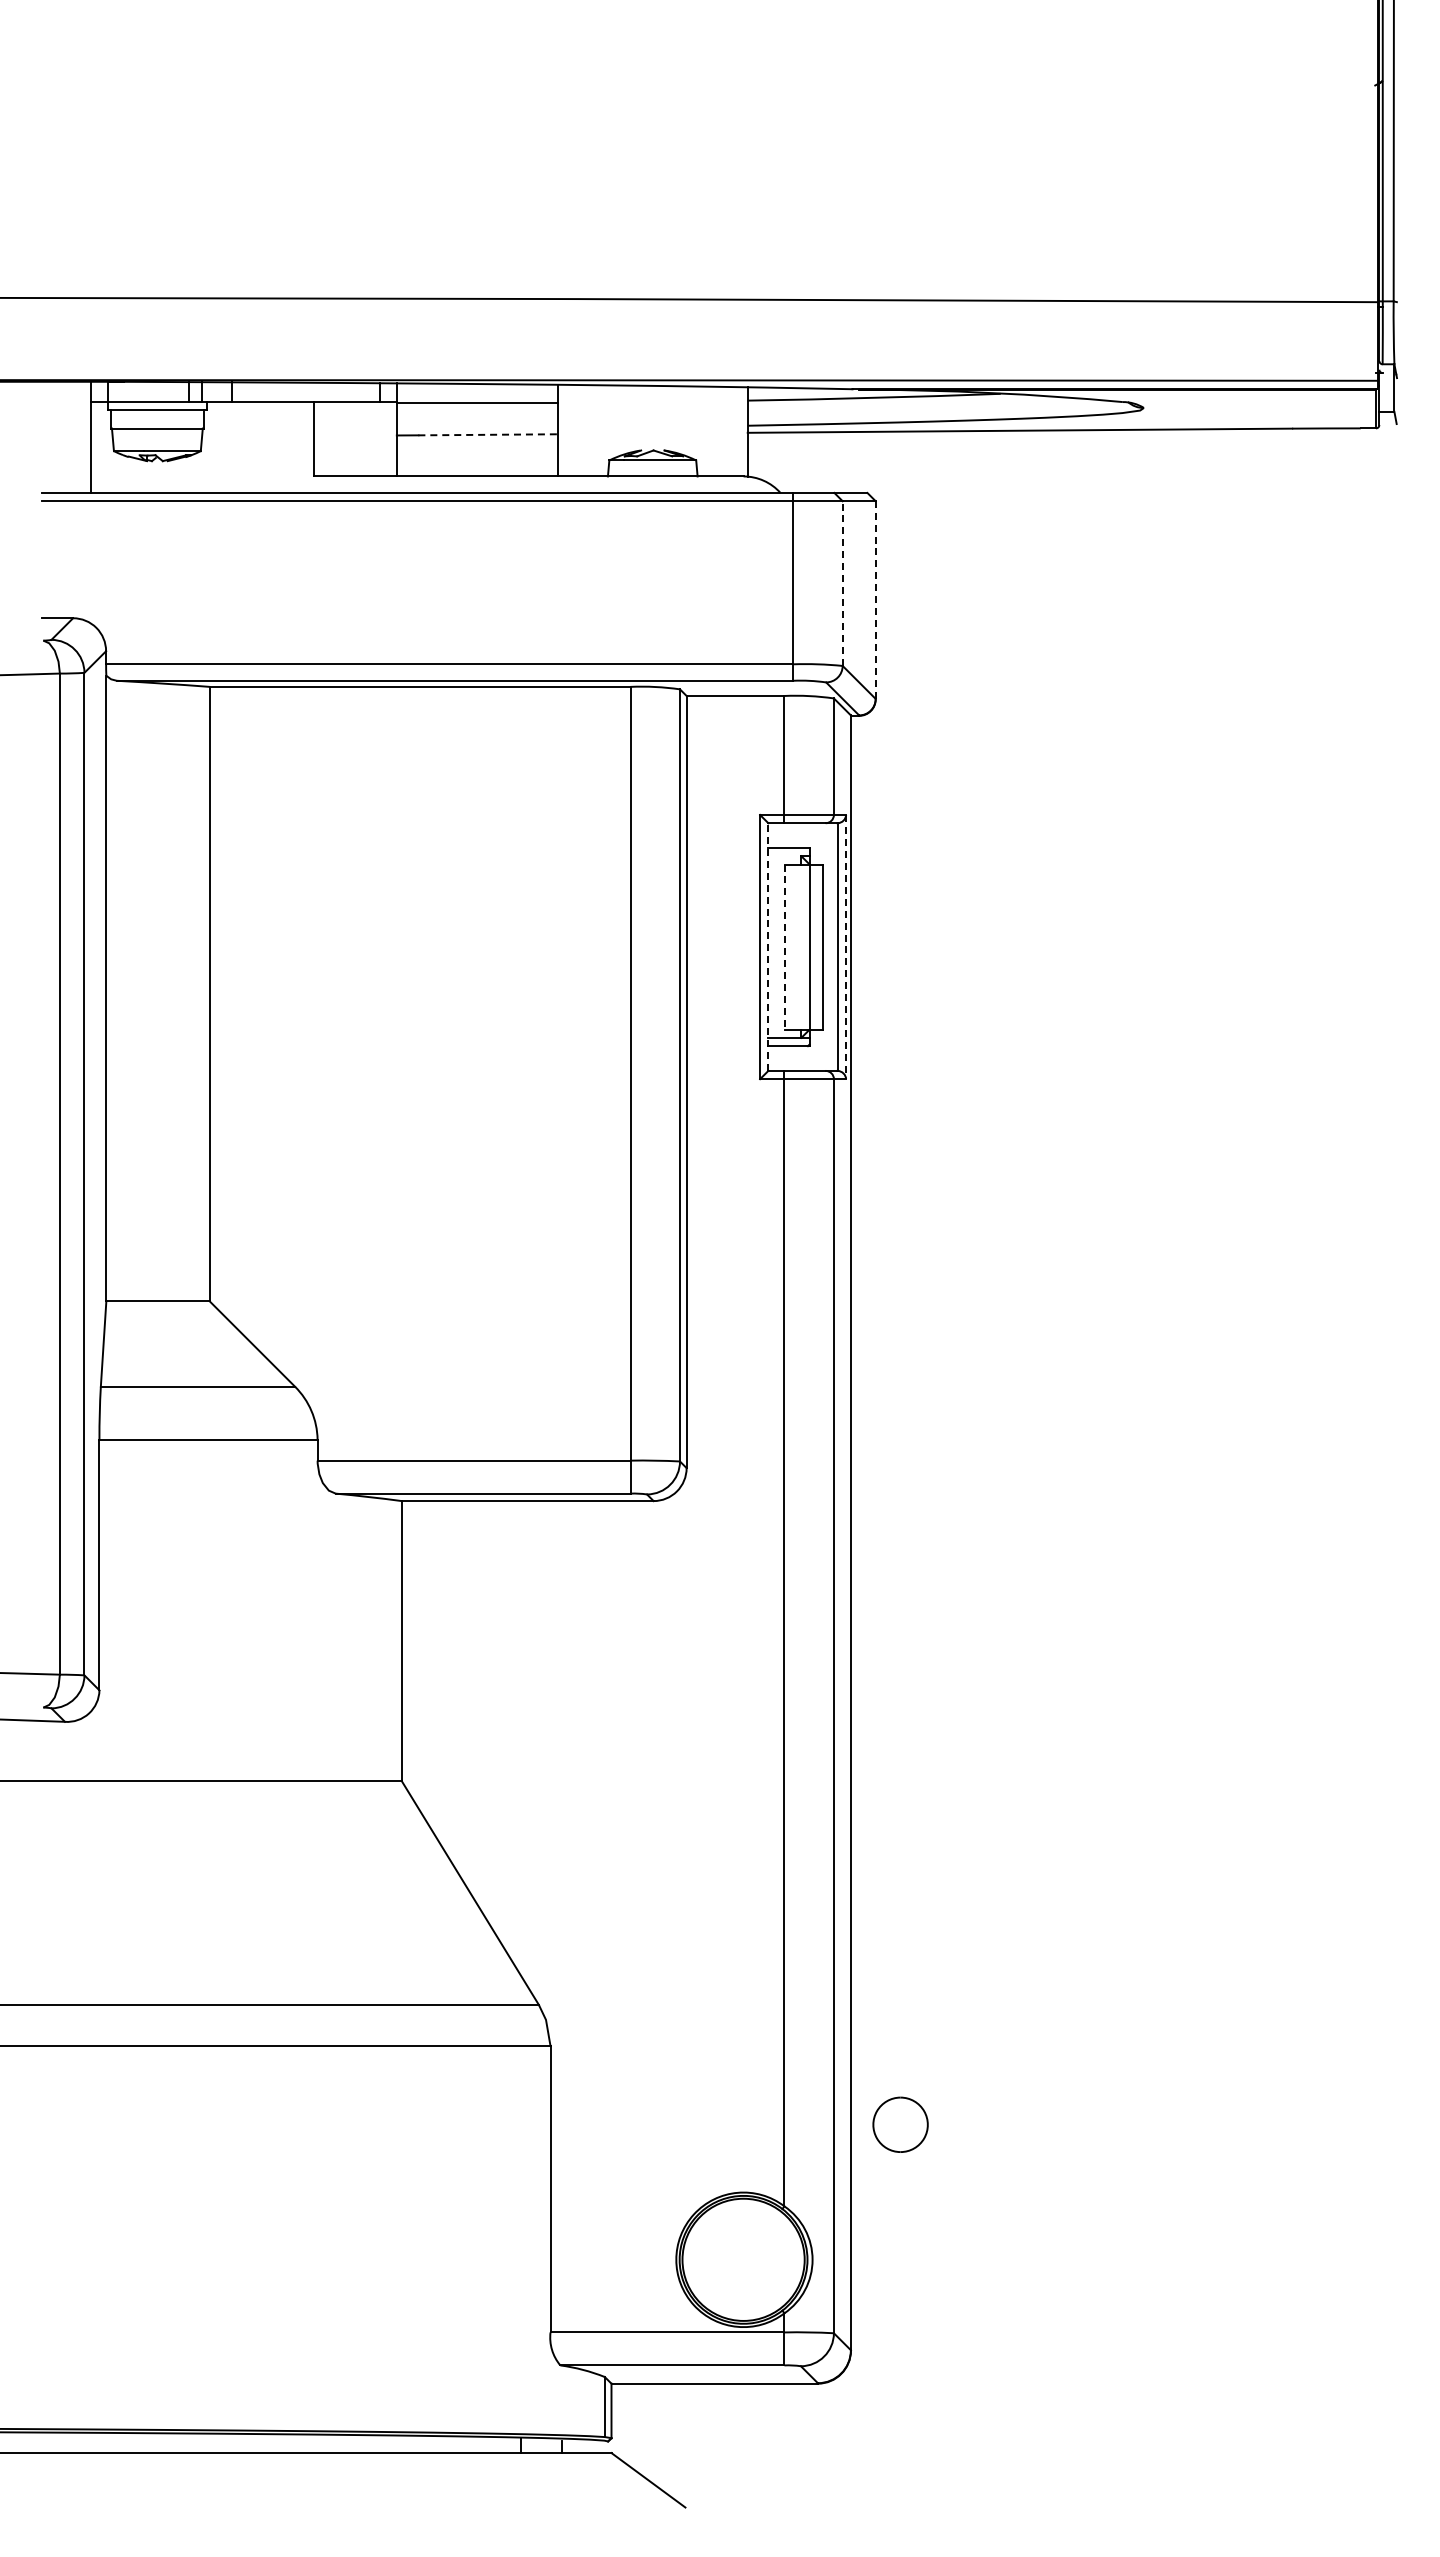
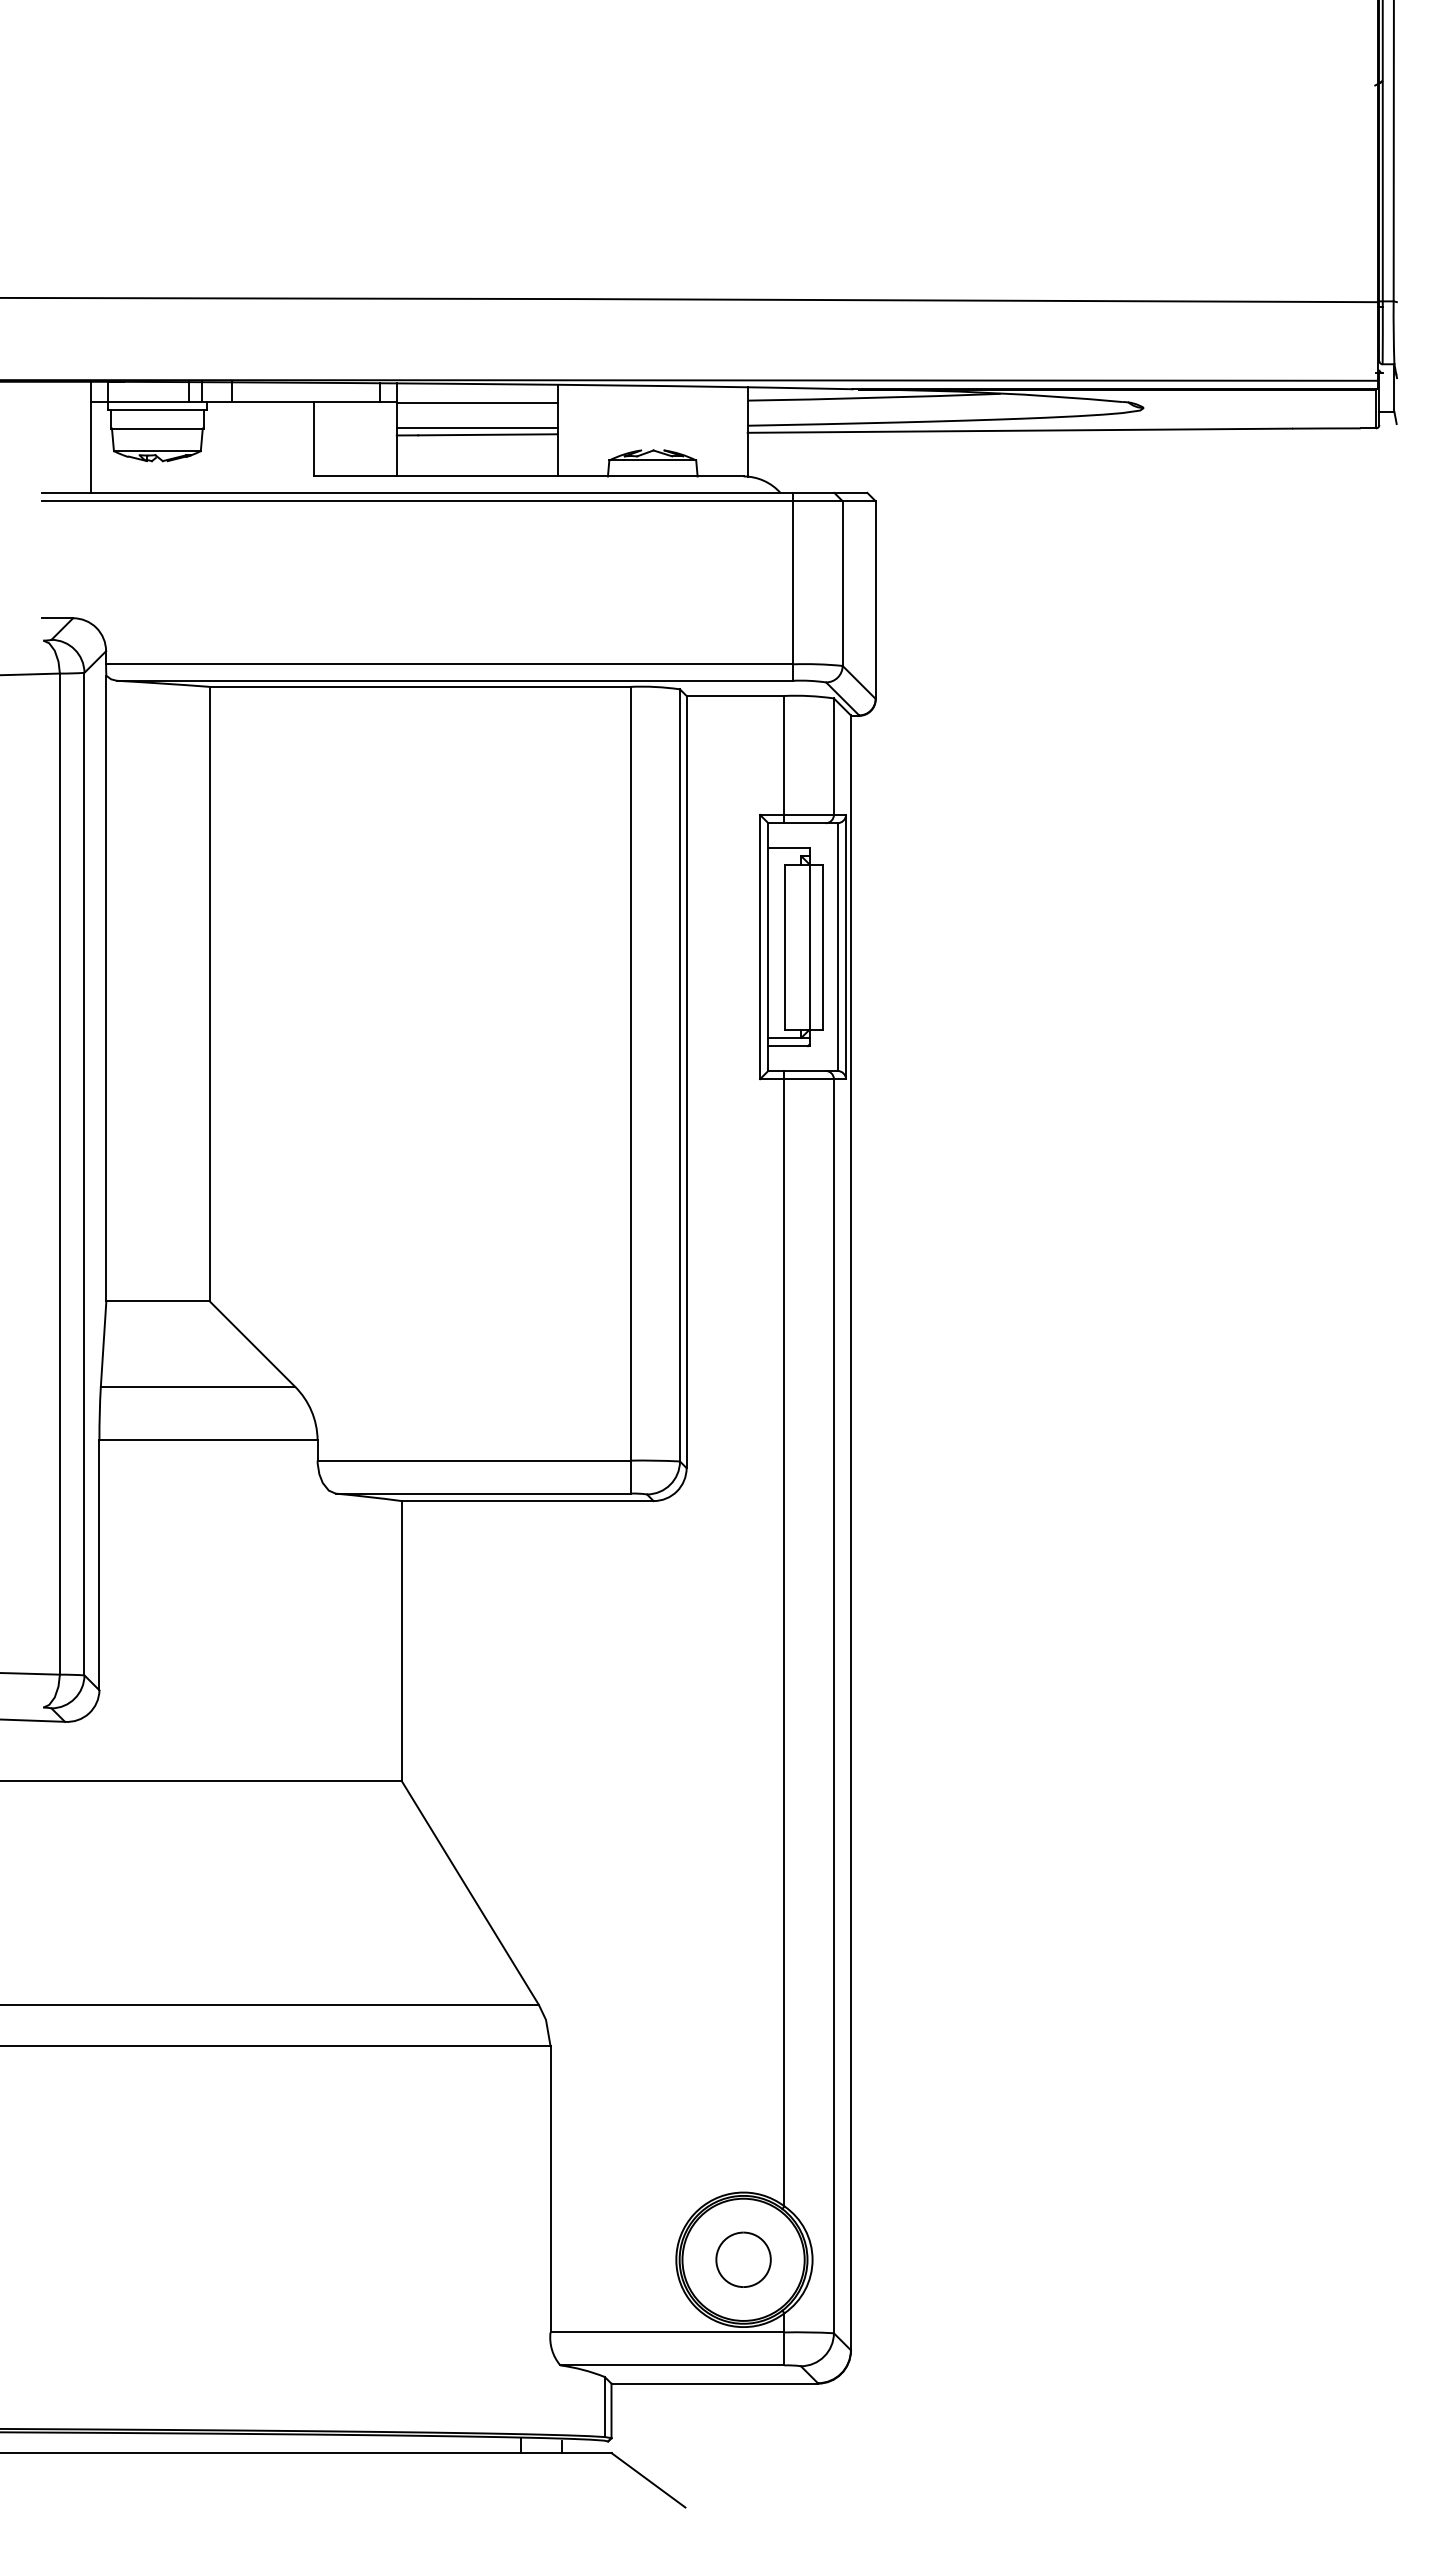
line at (476, 428): none -> present
line at (488, 434): dashed -> solid
line at (842, 583): dashed -> solid
line at (875, 600): dashed -> solid
line at (768, 947): dashed -> solid
line at (784, 947): dashed -> solid
line at (846, 947): dashed -> solid
part at (900, 2124) position: (900, 2124) -> (743, 2259)
